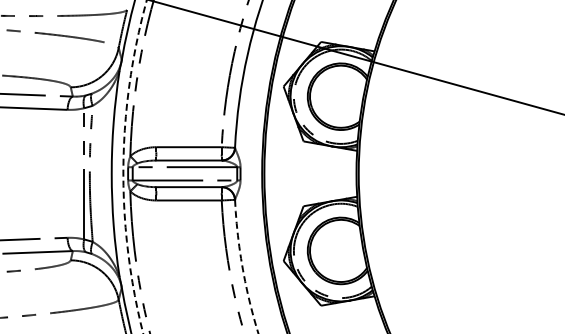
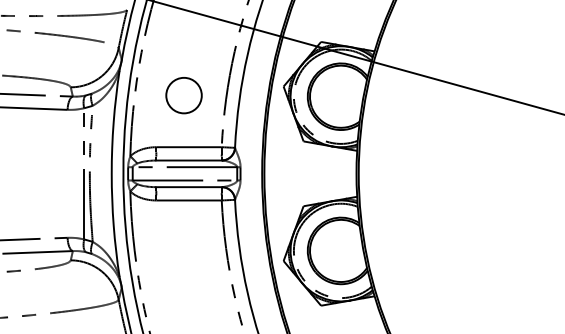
circle at (183, 95): none -> present
arc at (123, 164): dashed -> solid
arc at (242, 268): dashed -> solid
